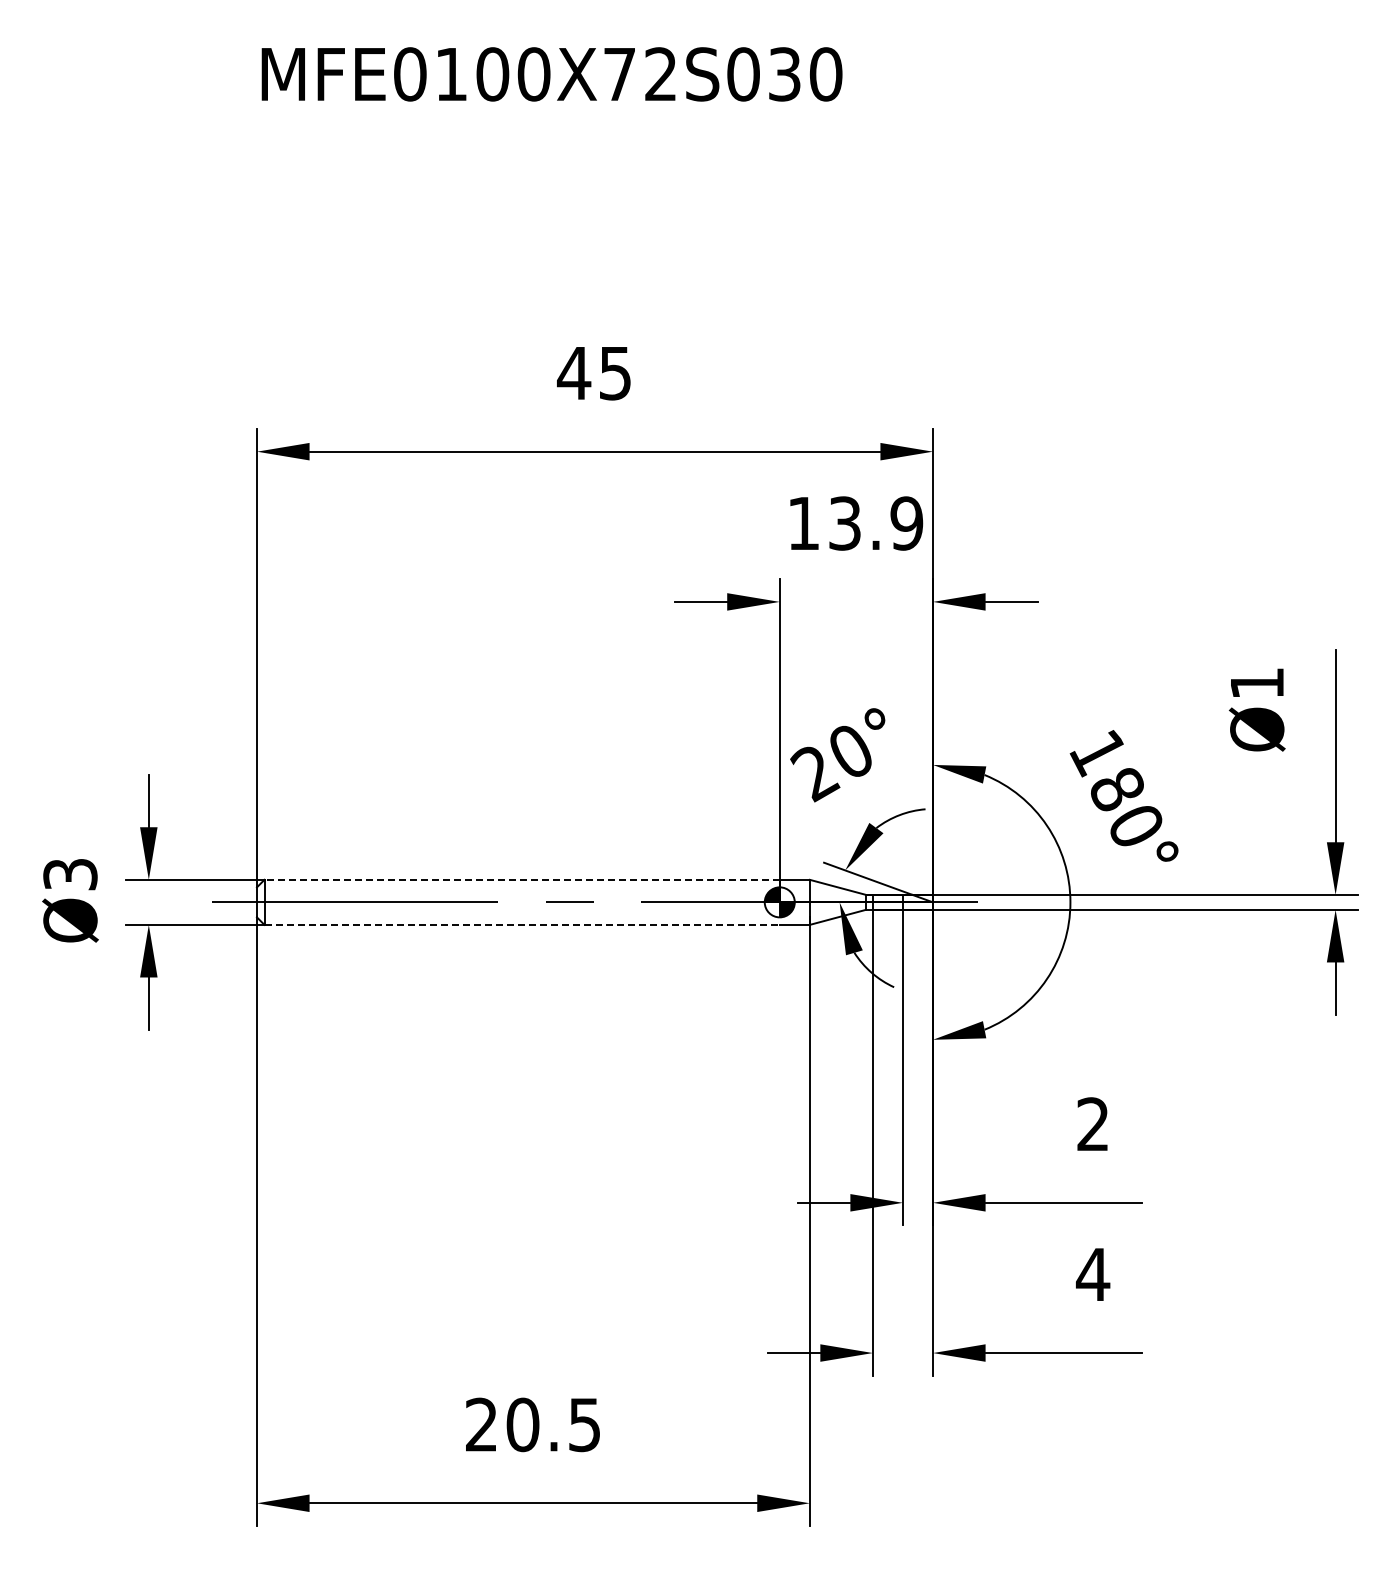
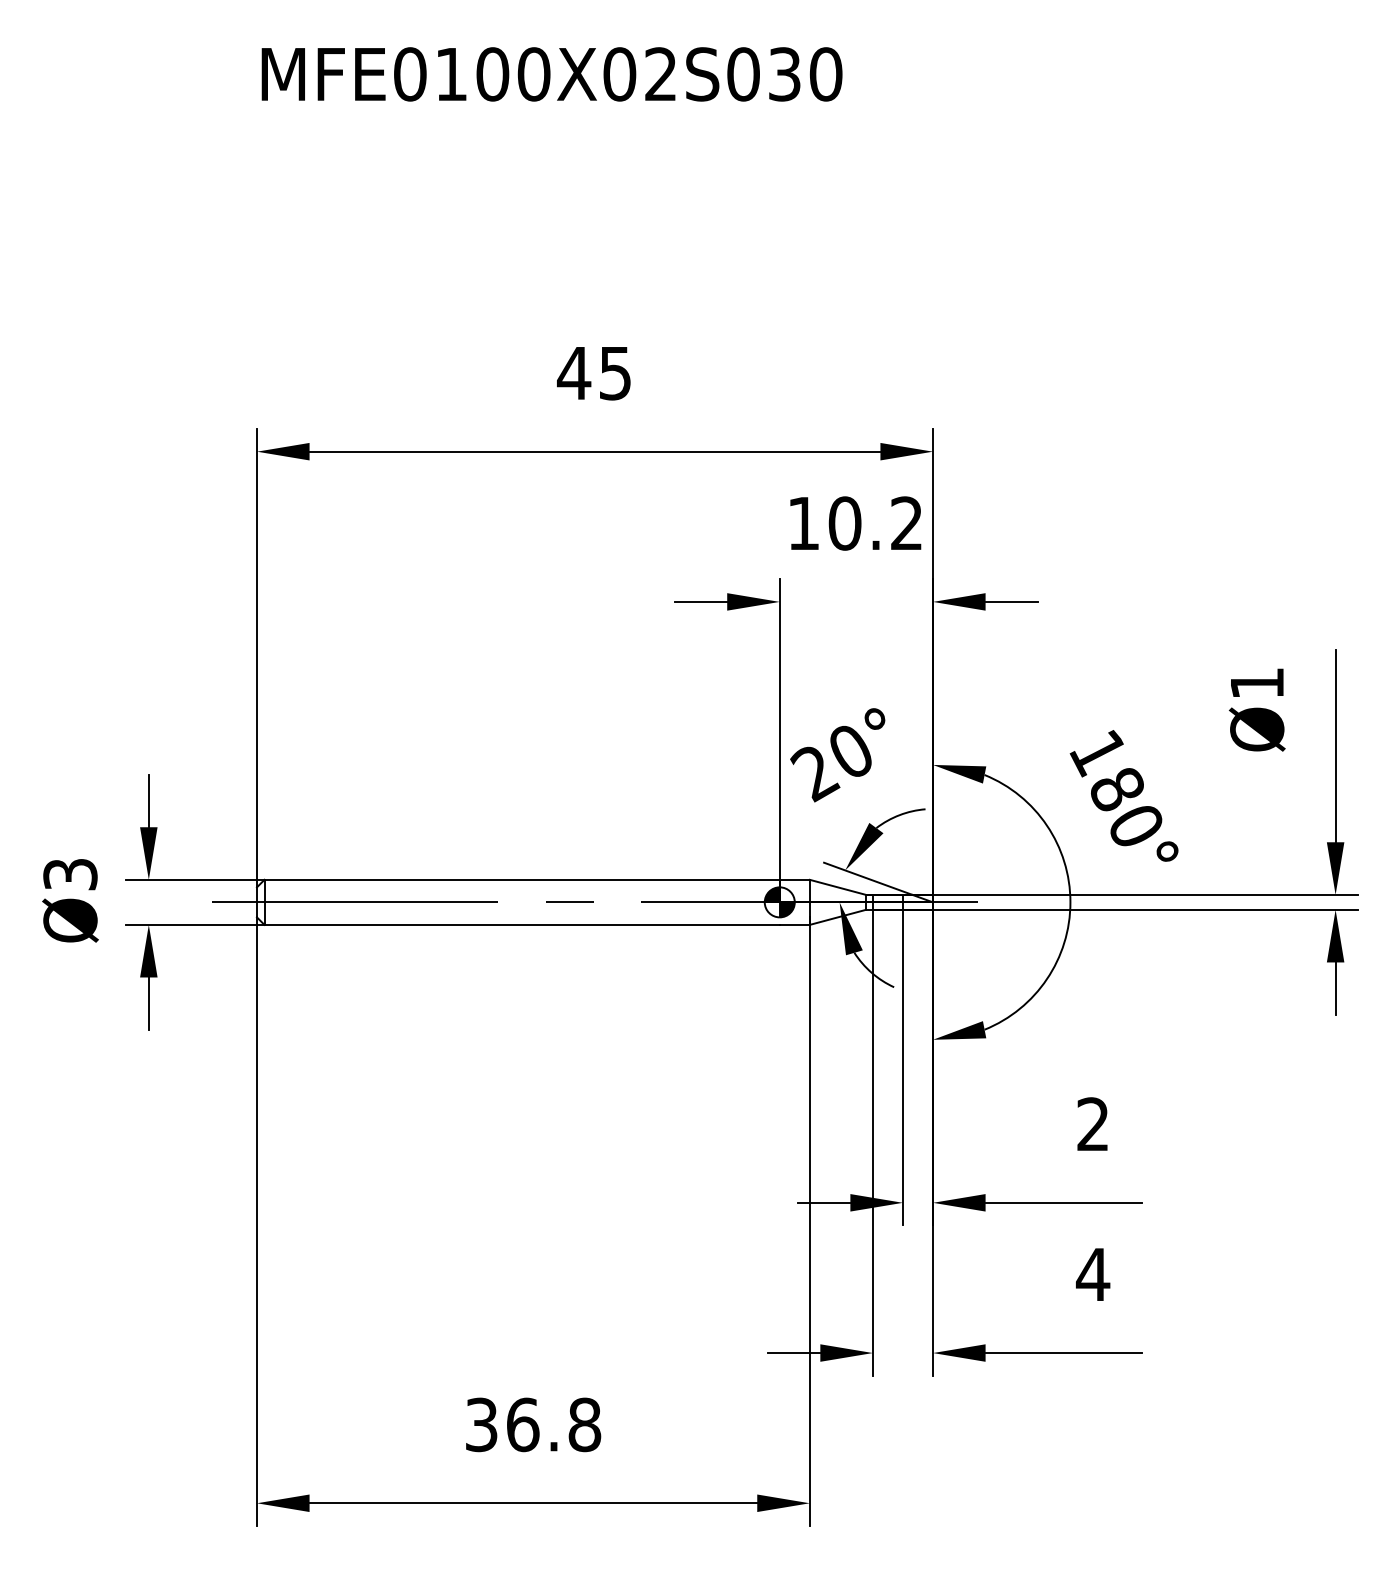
text at (619, 74): MFE0100X72S030 -> MFE0100X02S030
text at (875, 523): 13.9 -> 10.2
line at (522, 879): dashed -> solid
line at (522, 924): dashed -> solid
text at (533, 1424): 20.5 -> 36.8
